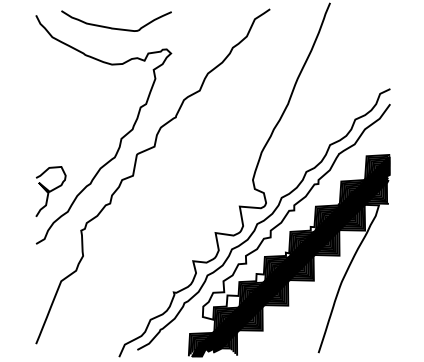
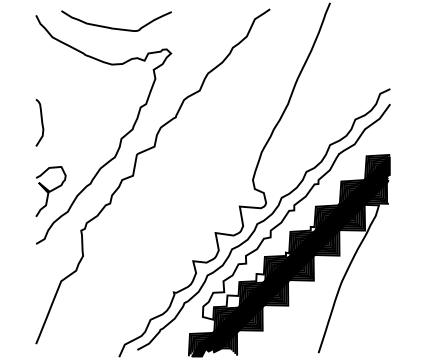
curve at (41, 122): none -> present
